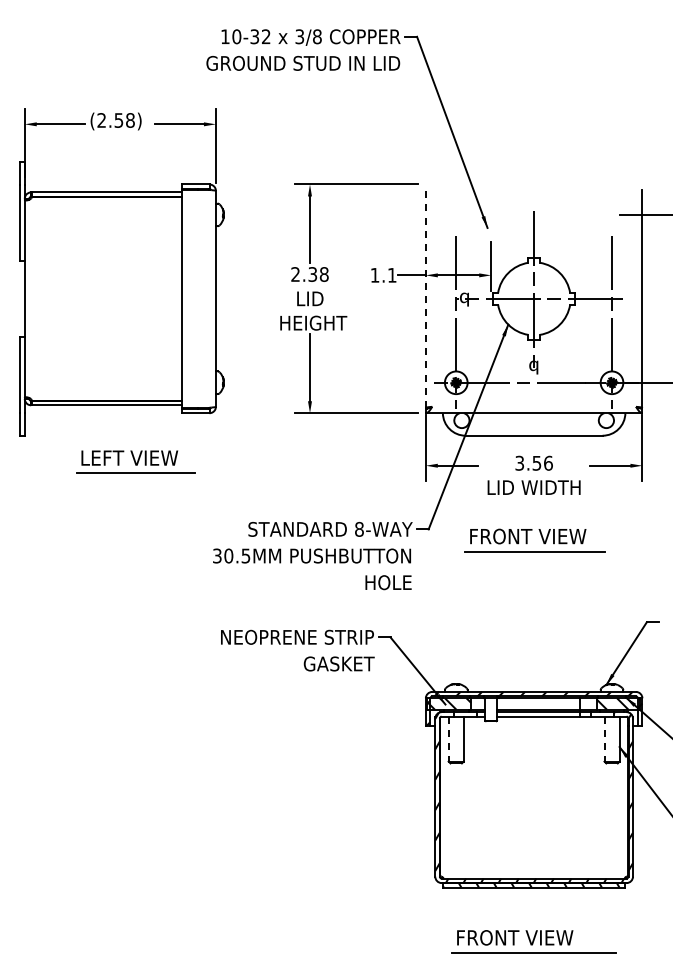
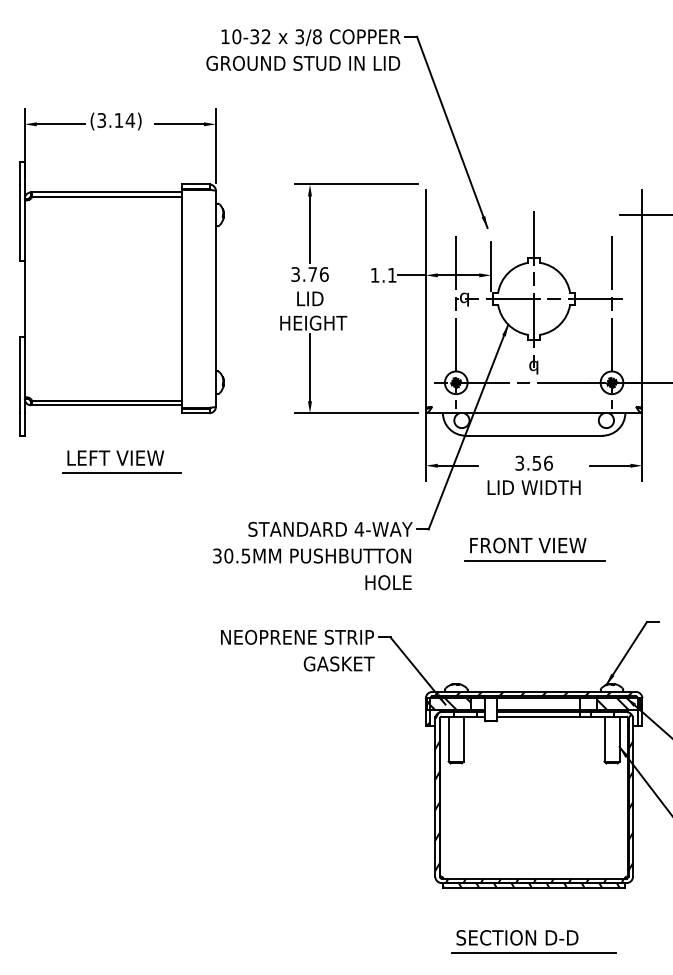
text at (116, 120): (2.58) -> (3.14)
text at (309, 274): 2.38 -> 3.76
line at (425, 298): dashed -> solid
part at (135, 461) position: (135, 461) -> (121, 461)
text at (359, 528): 8-WAY -> 4-WAY
part at (527, 540) position: (527, 540) -> (527, 549)
line at (448, 739): dashed -> solid
line at (604, 739): dashed -> solid
text at (517, 937): FRONT VIEW -> SECTION D-D
